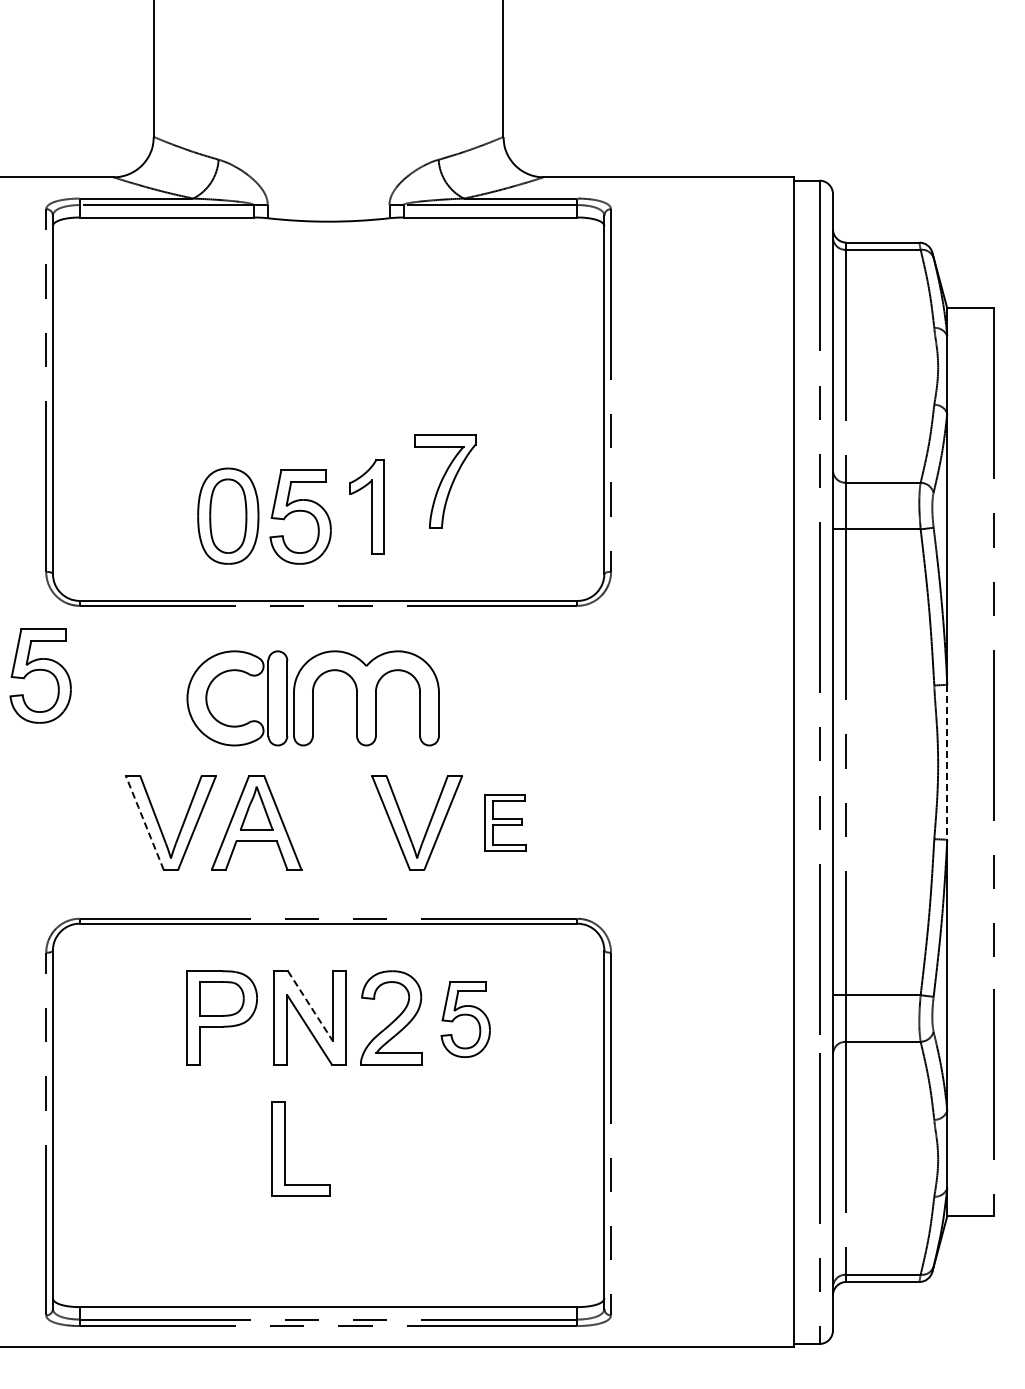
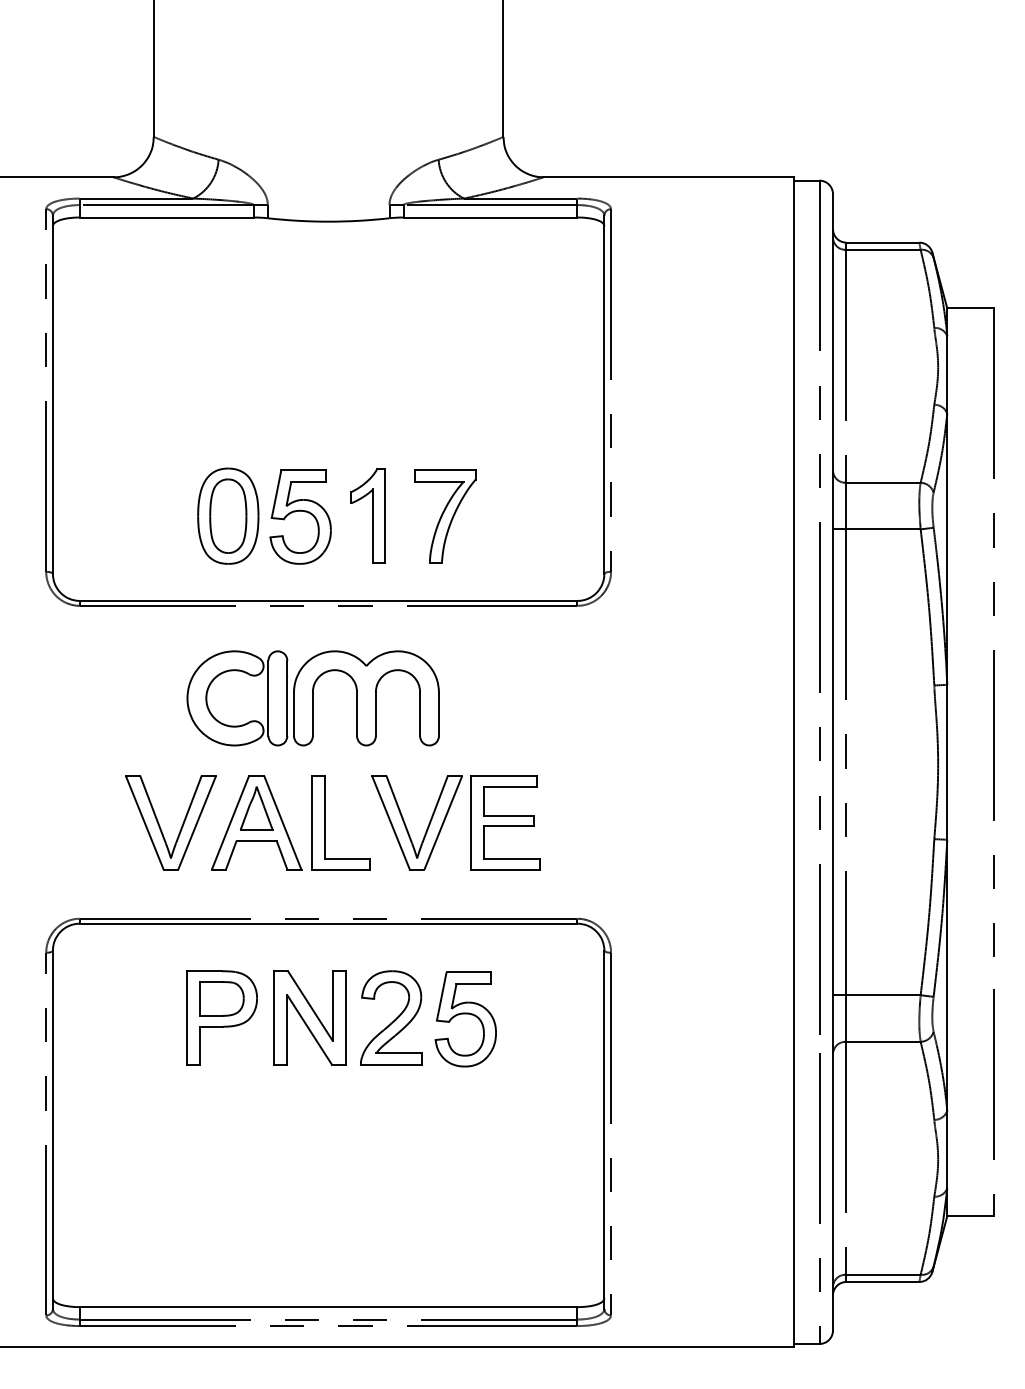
part at (445, 481) position: (445, 481) -> (445, 516)
part at (366, 506) position: (366, 506) -> (367, 515)
part at (40, 675): present -> none
line at (947, 762): dashed -> solid
part at (505, 822) size: 43x58 px -> 71x96 px
line at (144, 823): dashed -> solid
line at (310, 1006): dashed -> solid
part at (465, 1019) size: 51x77 px -> 63x97 px
part at (285, 1148) position: (285, 1148) -> (325, 822)
